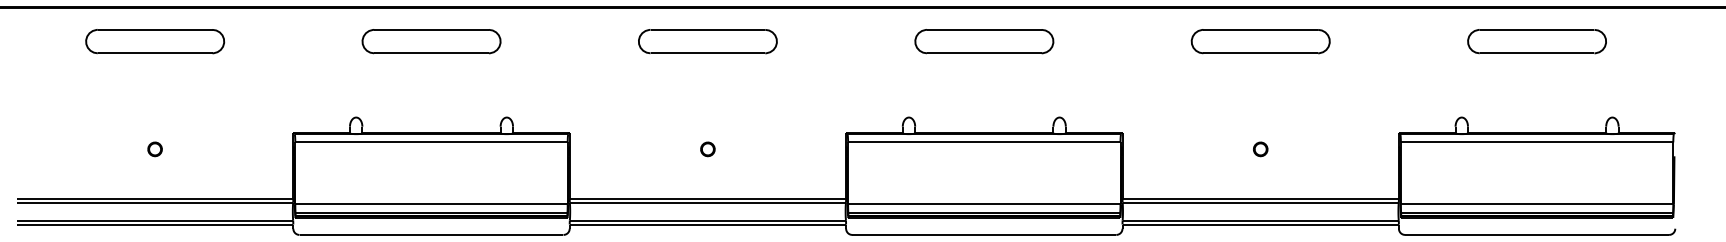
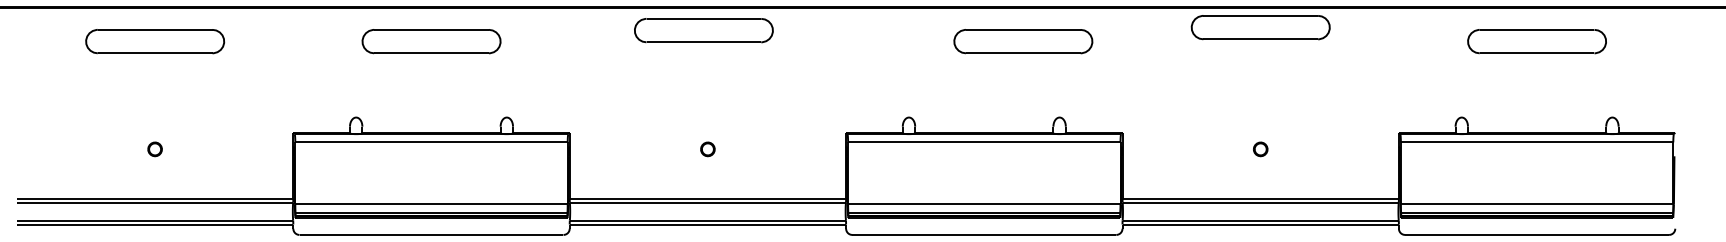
part at (707, 41) position: (707, 41) -> (703, 30)
part at (984, 41) position: (984, 41) -> (1023, 41)
part at (1260, 41) position: (1260, 41) -> (1260, 27)
